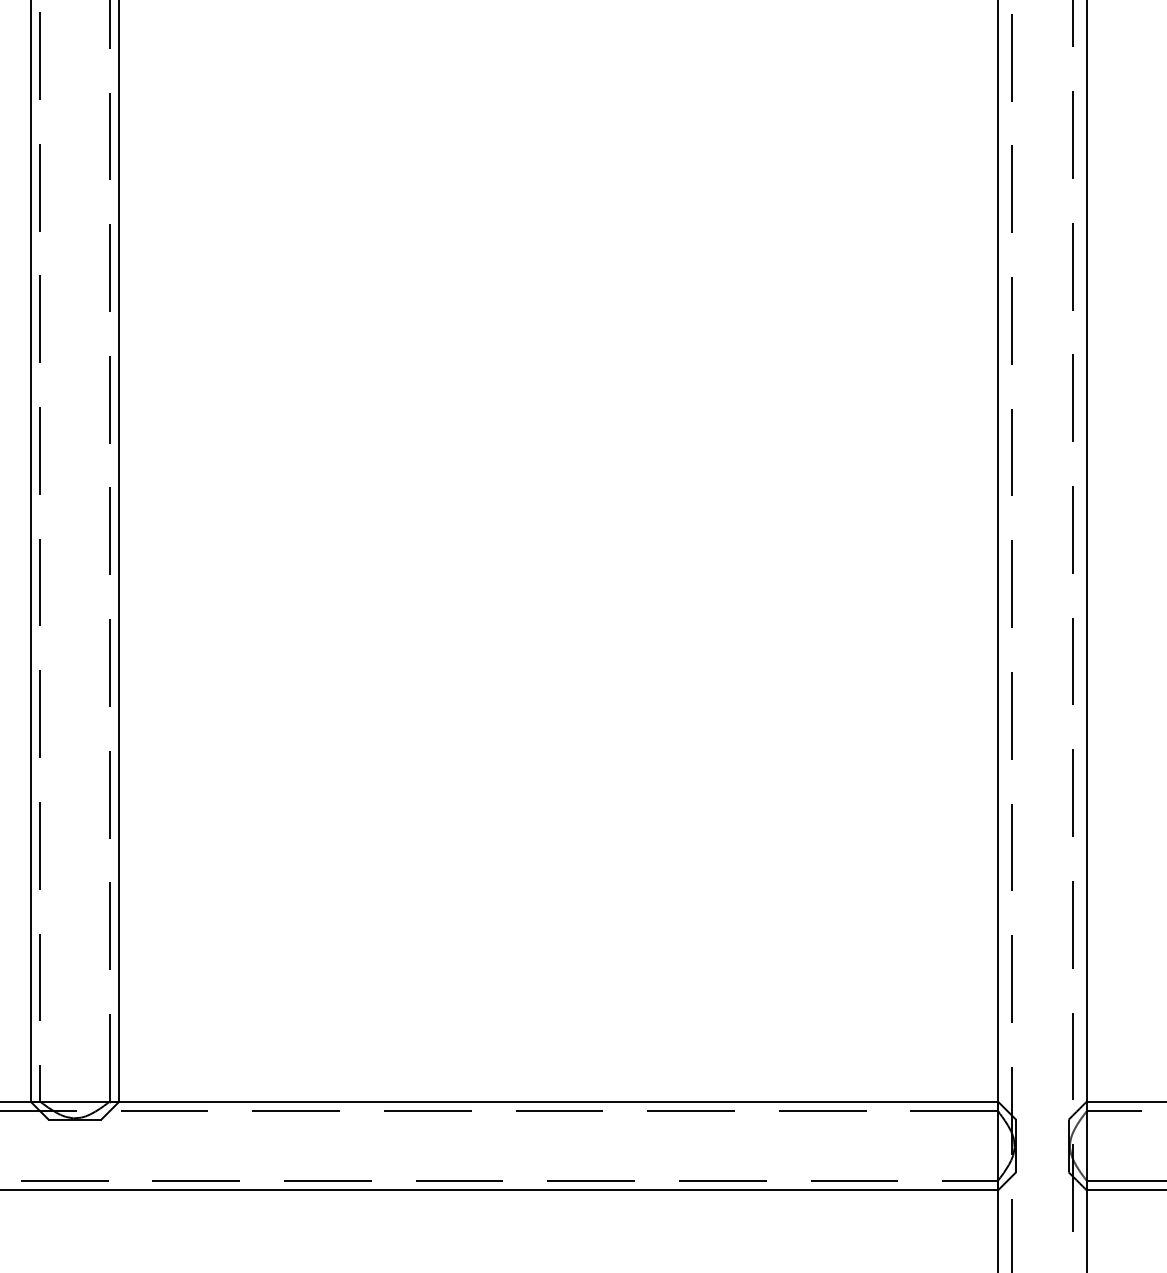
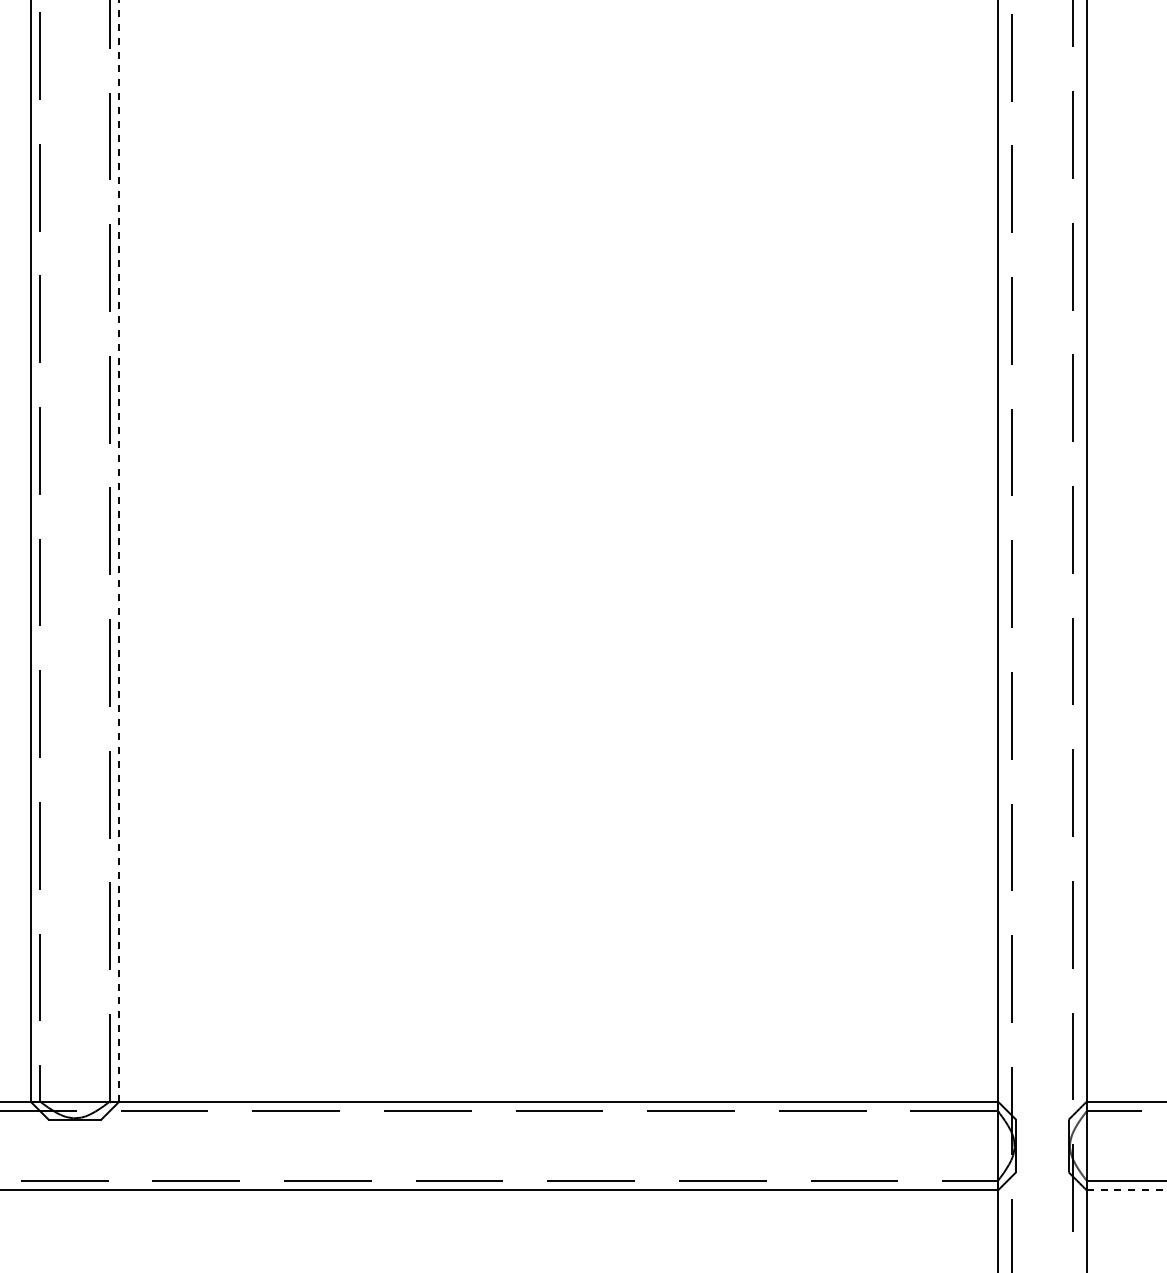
line at (119, 550): solid -> dashed
line at (1126, 1190): solid -> dashed
